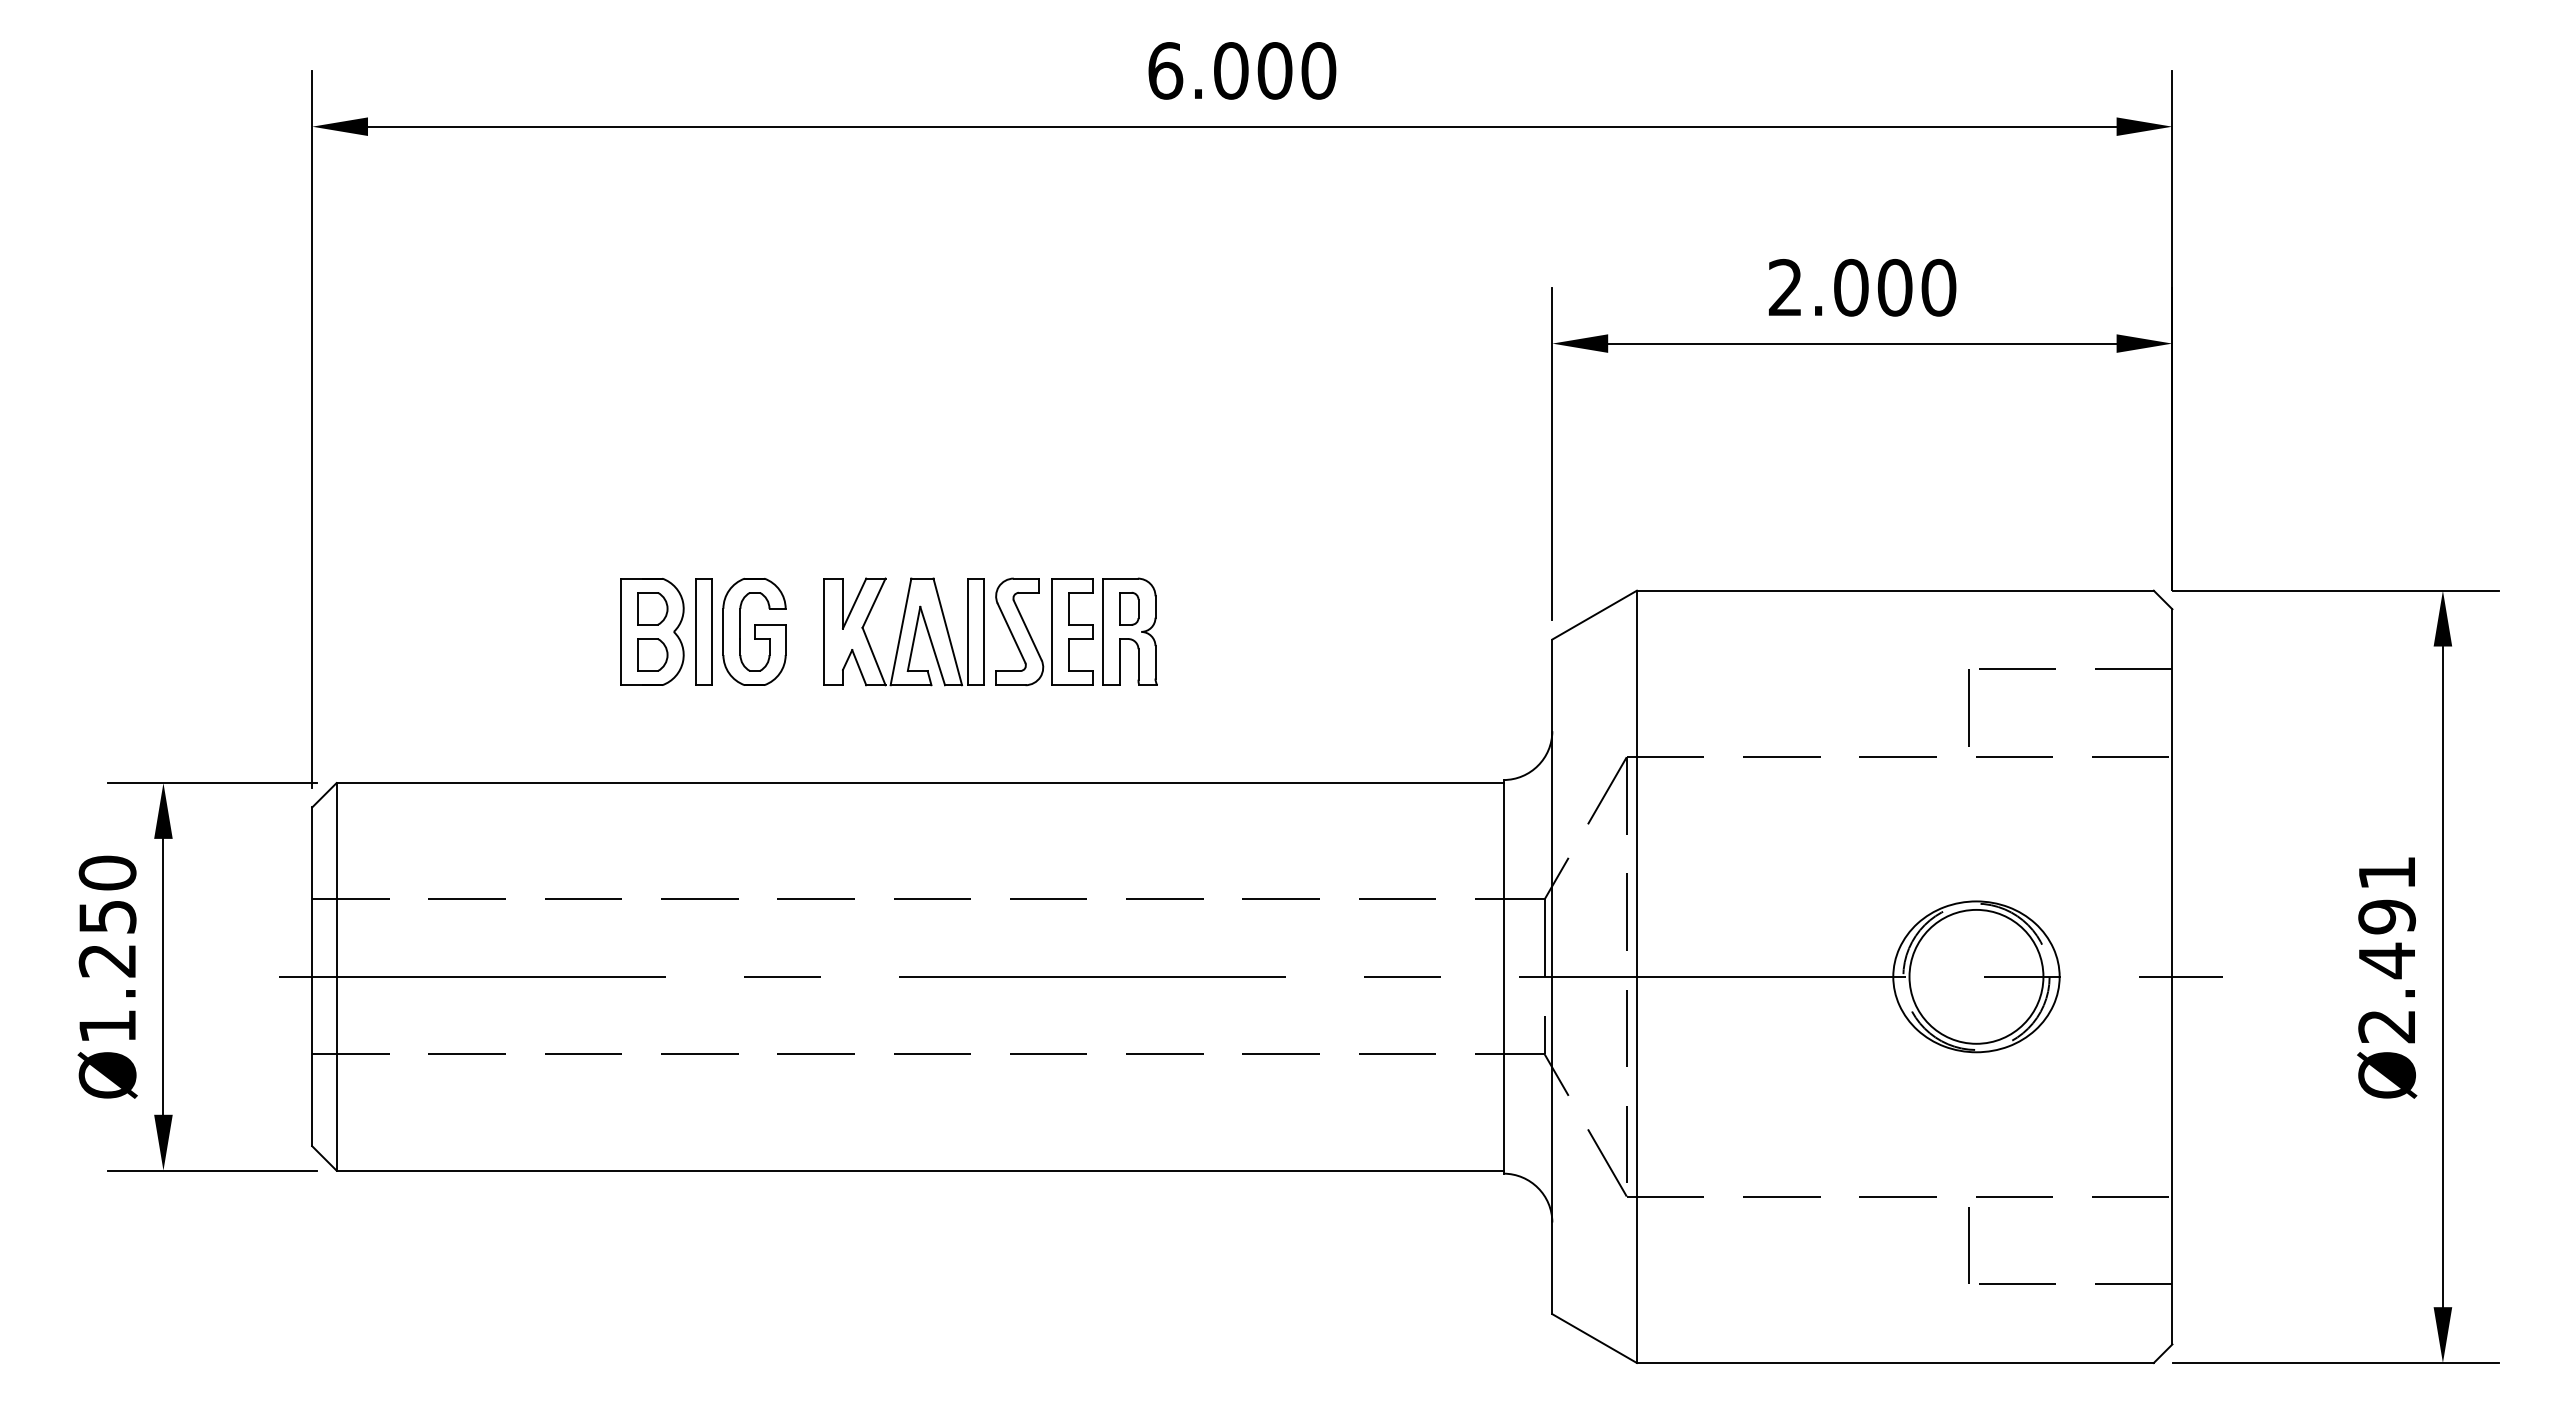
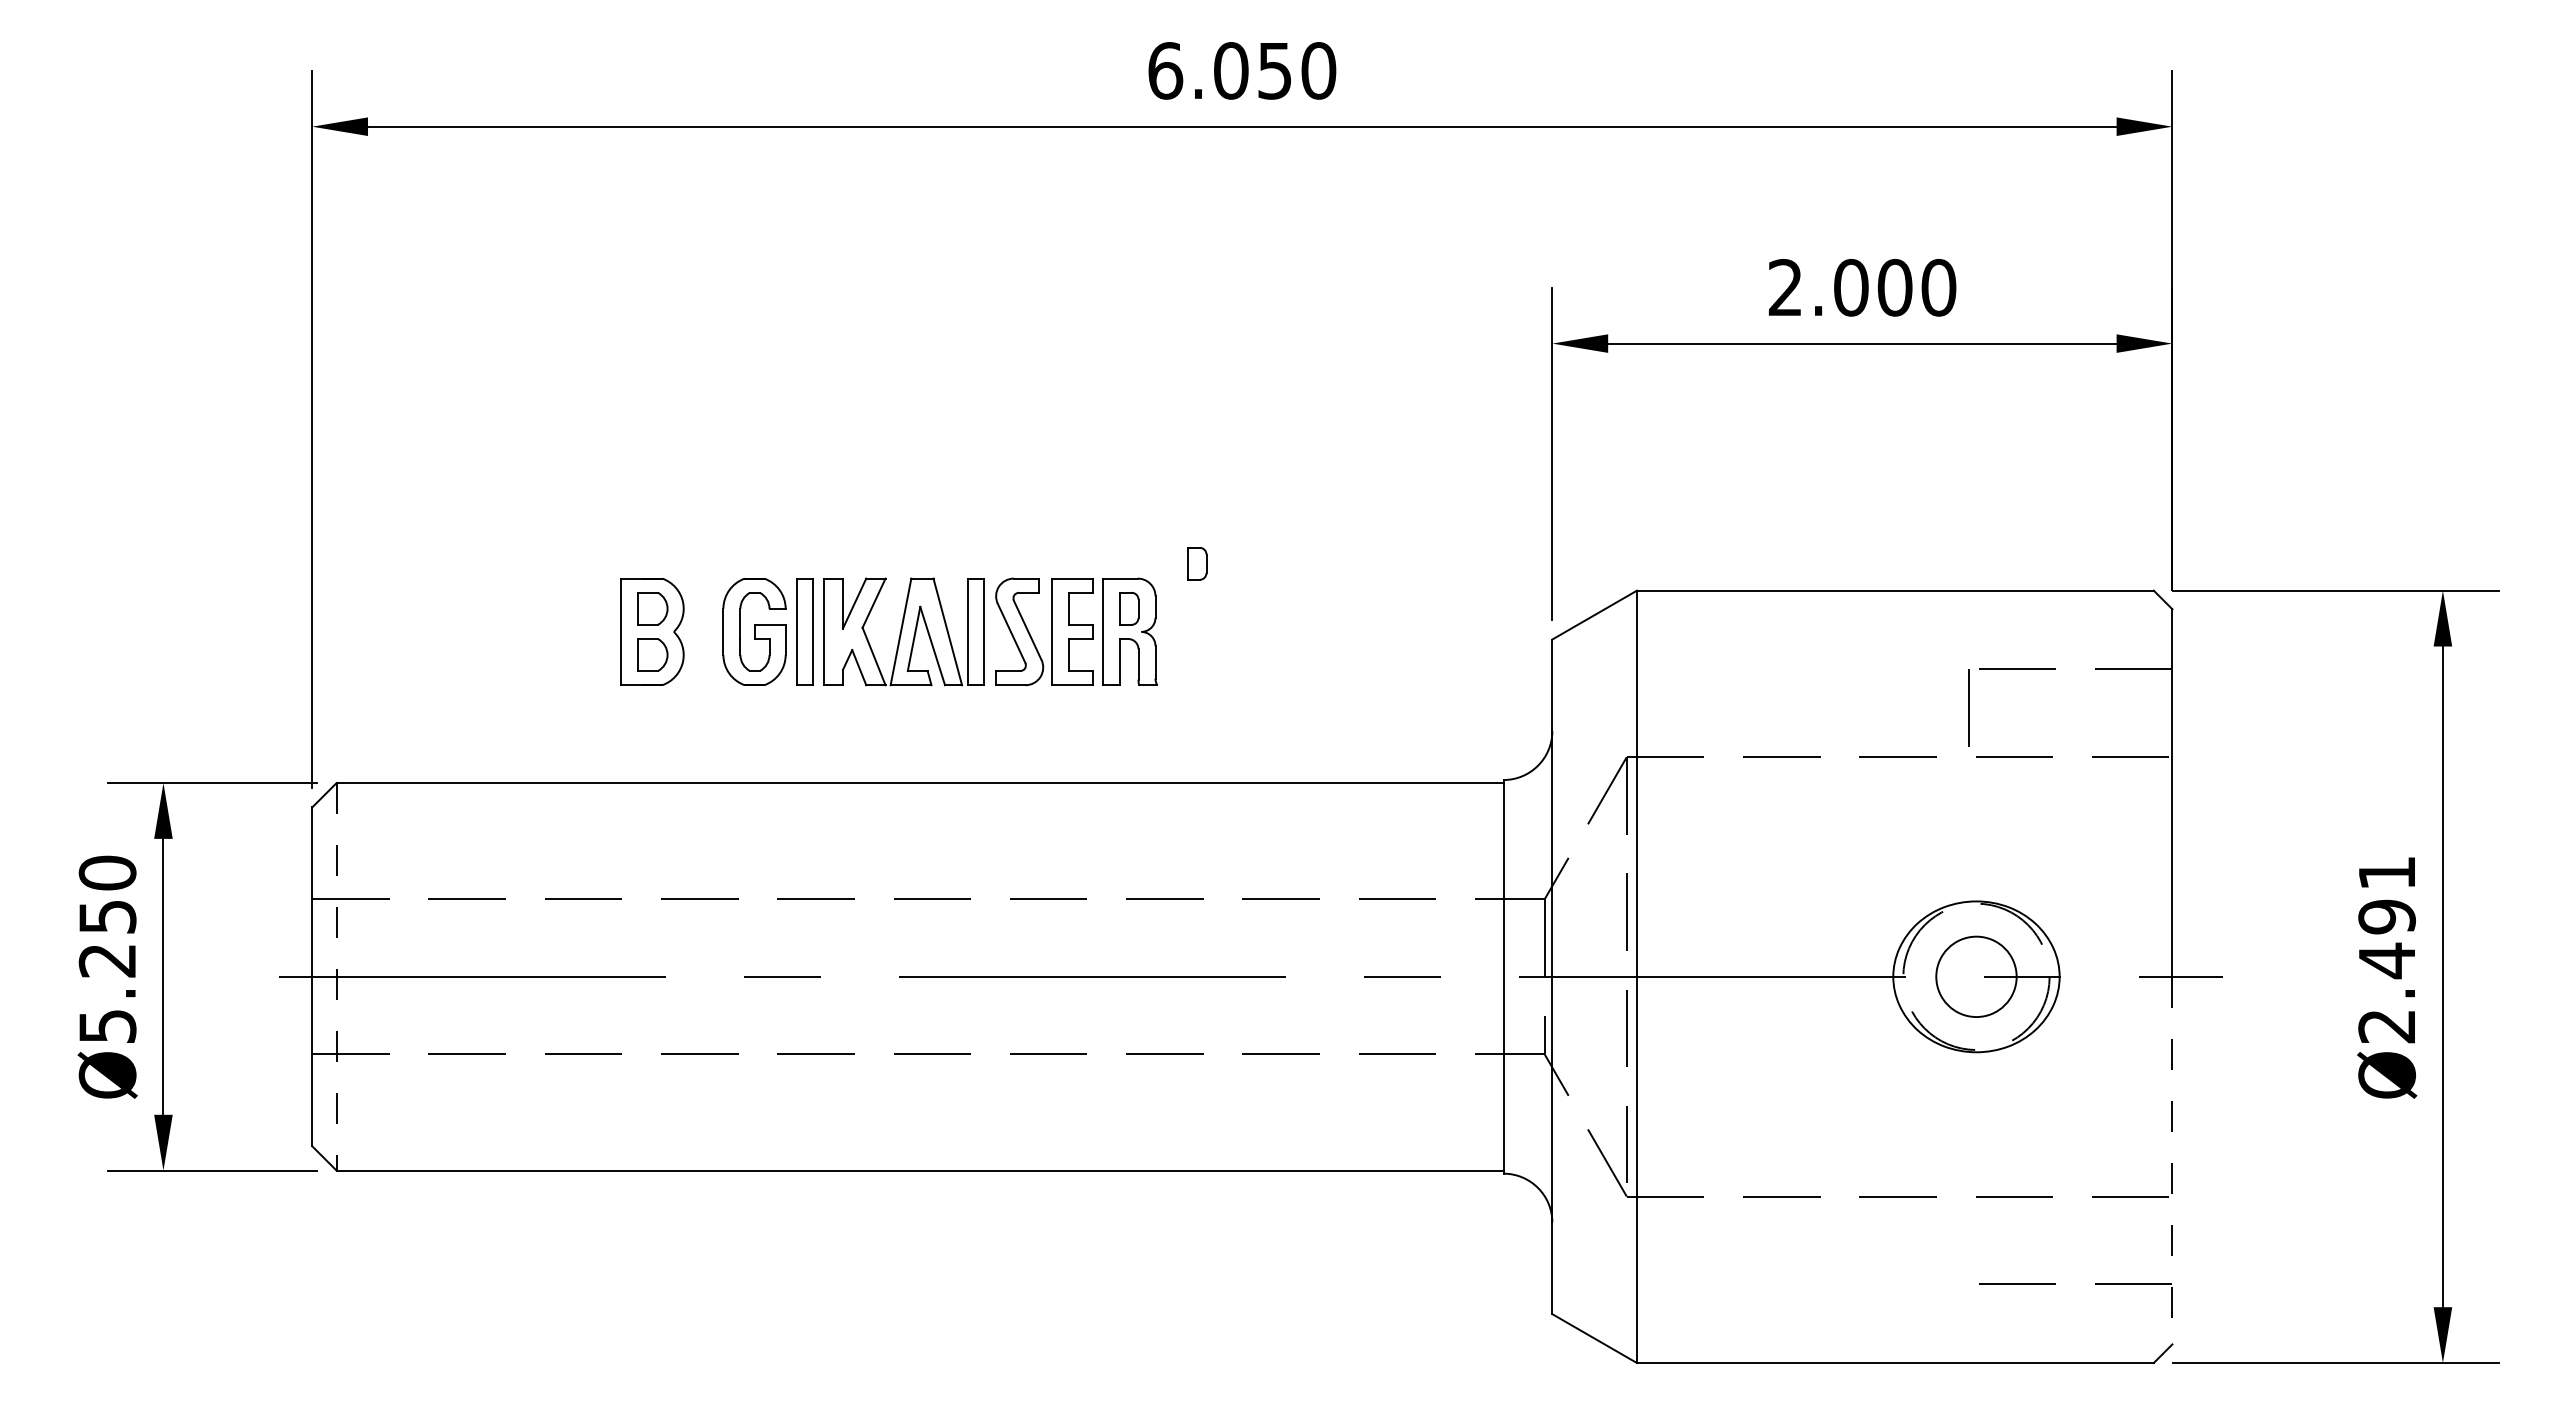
text at (1274, 70): 6.000 -> 6.050
part at (1197, 563): none -> present
part at (703, 631) position: (703, 631) -> (804, 631)
line at (336, 976): solid -> dashed
circle at (1976, 976) diameter: 134 px -> 80 px
text at (107, 1026): Ø1.250 -> Ø5.250
line at (2172, 1160): solid -> dashed
line at (1968, 1245): present -> none
